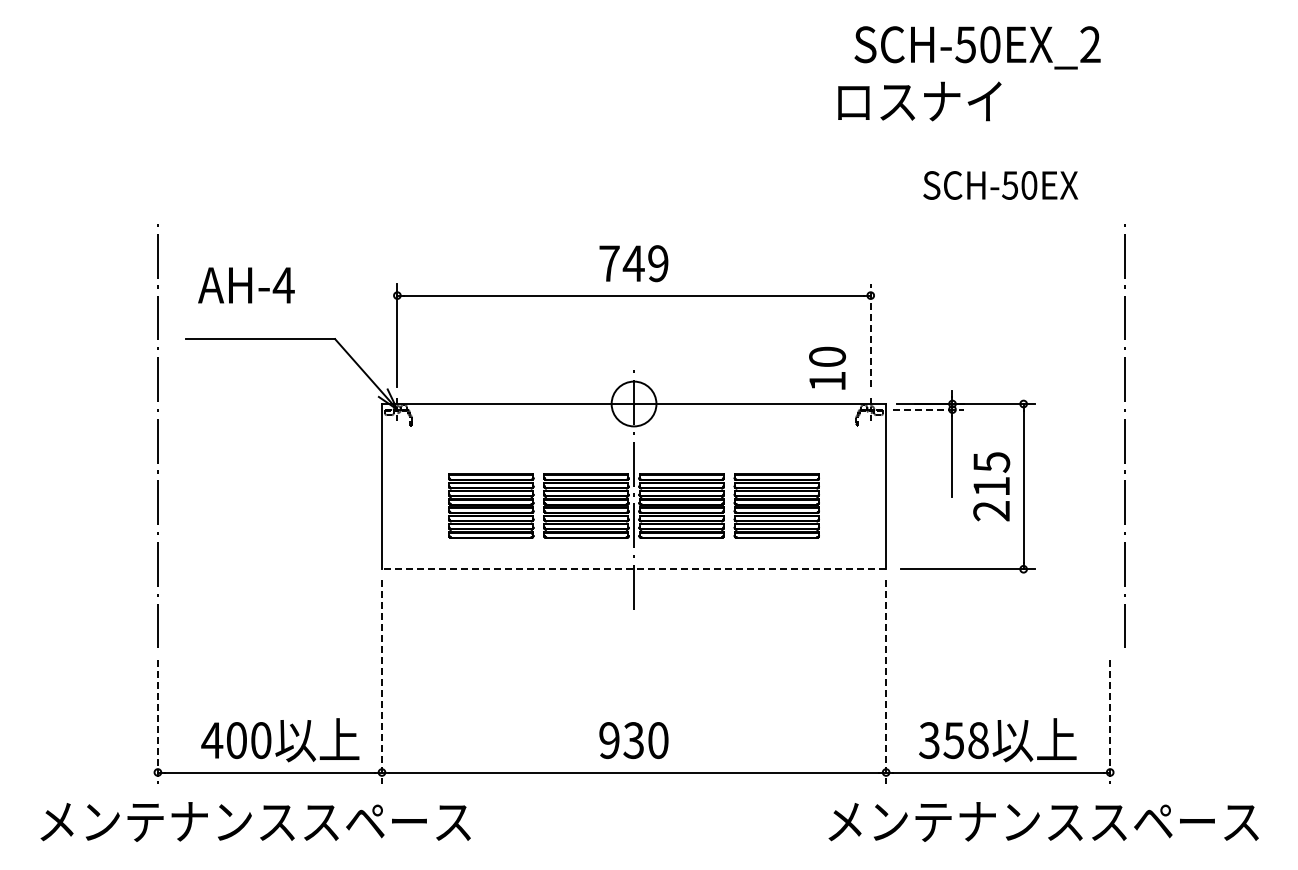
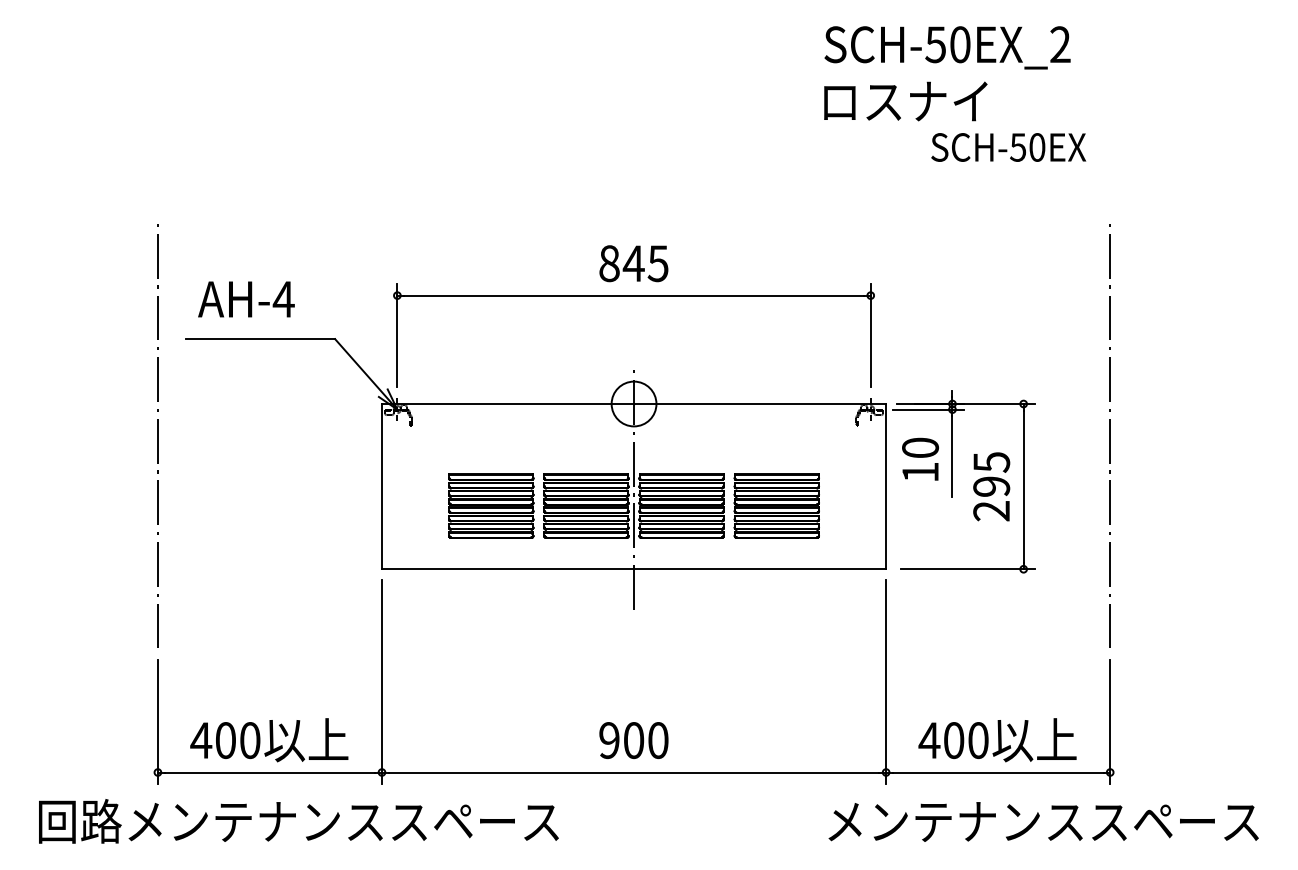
text at (977, 47) position: (977, 47) -> (947, 47)
text at (919, 101) position: (919, 101) -> (905, 101)
text at (1000, 185) position: (1000, 185) -> (1008, 147)
text at (633, 263): 749 -> 845
text at (246, 285) position: (246, 285) -> (246, 299)
line at (870, 335): dashed -> solid
text at (827, 367) position: (827, 367) -> (920, 458)
line at (928, 409): dashed -> solid
line at (1124, 435) position: (1124, 435) -> (1109, 435)
text at (991, 486): 215 -> 295
line at (633, 569): dashed -> solid
line at (381, 682): dashed -> solid
line at (886, 682): dashed -> solid
line at (157, 722): dashed -> solid
line at (1110, 722): dashed -> solid
text at (280, 740) position: (280, 740) -> (269, 740)
text at (633, 740): 930 -> 900
text at (953, 740): 358 -> 400
text at (298, 821): メンテナンススペース -> 回路メンテナンススペース
